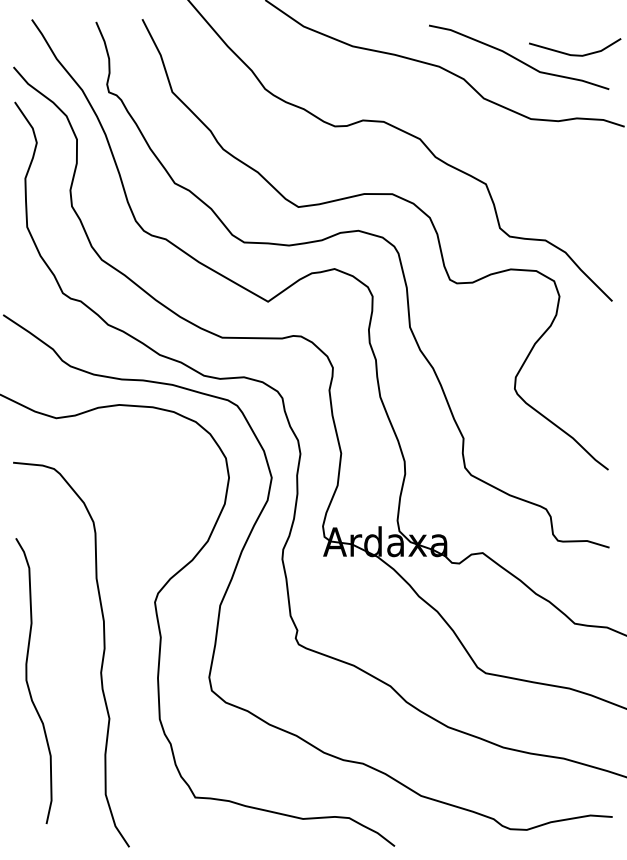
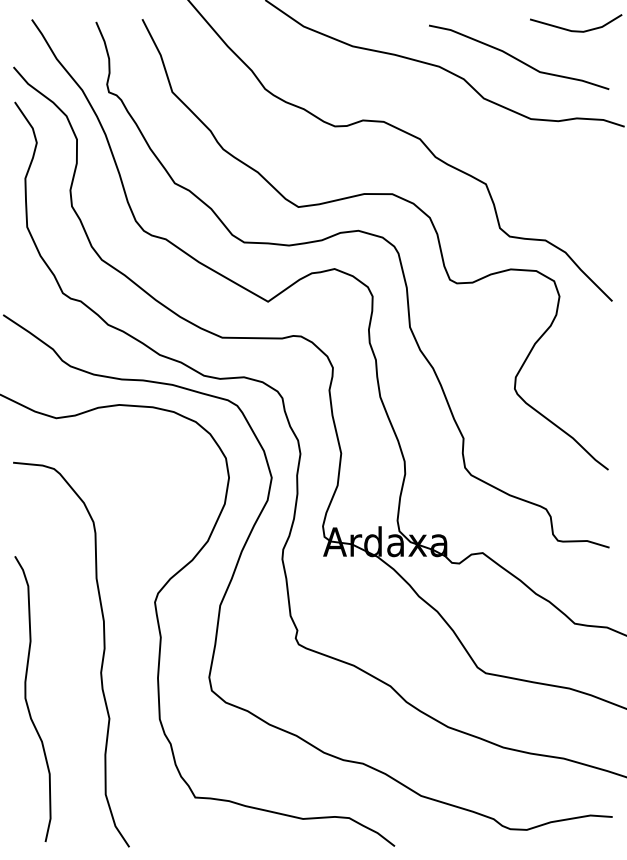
line at (575, 54) position: (575, 54) -> (576, 30)
curve at (28, 683) position: (28, 683) -> (27, 701)
